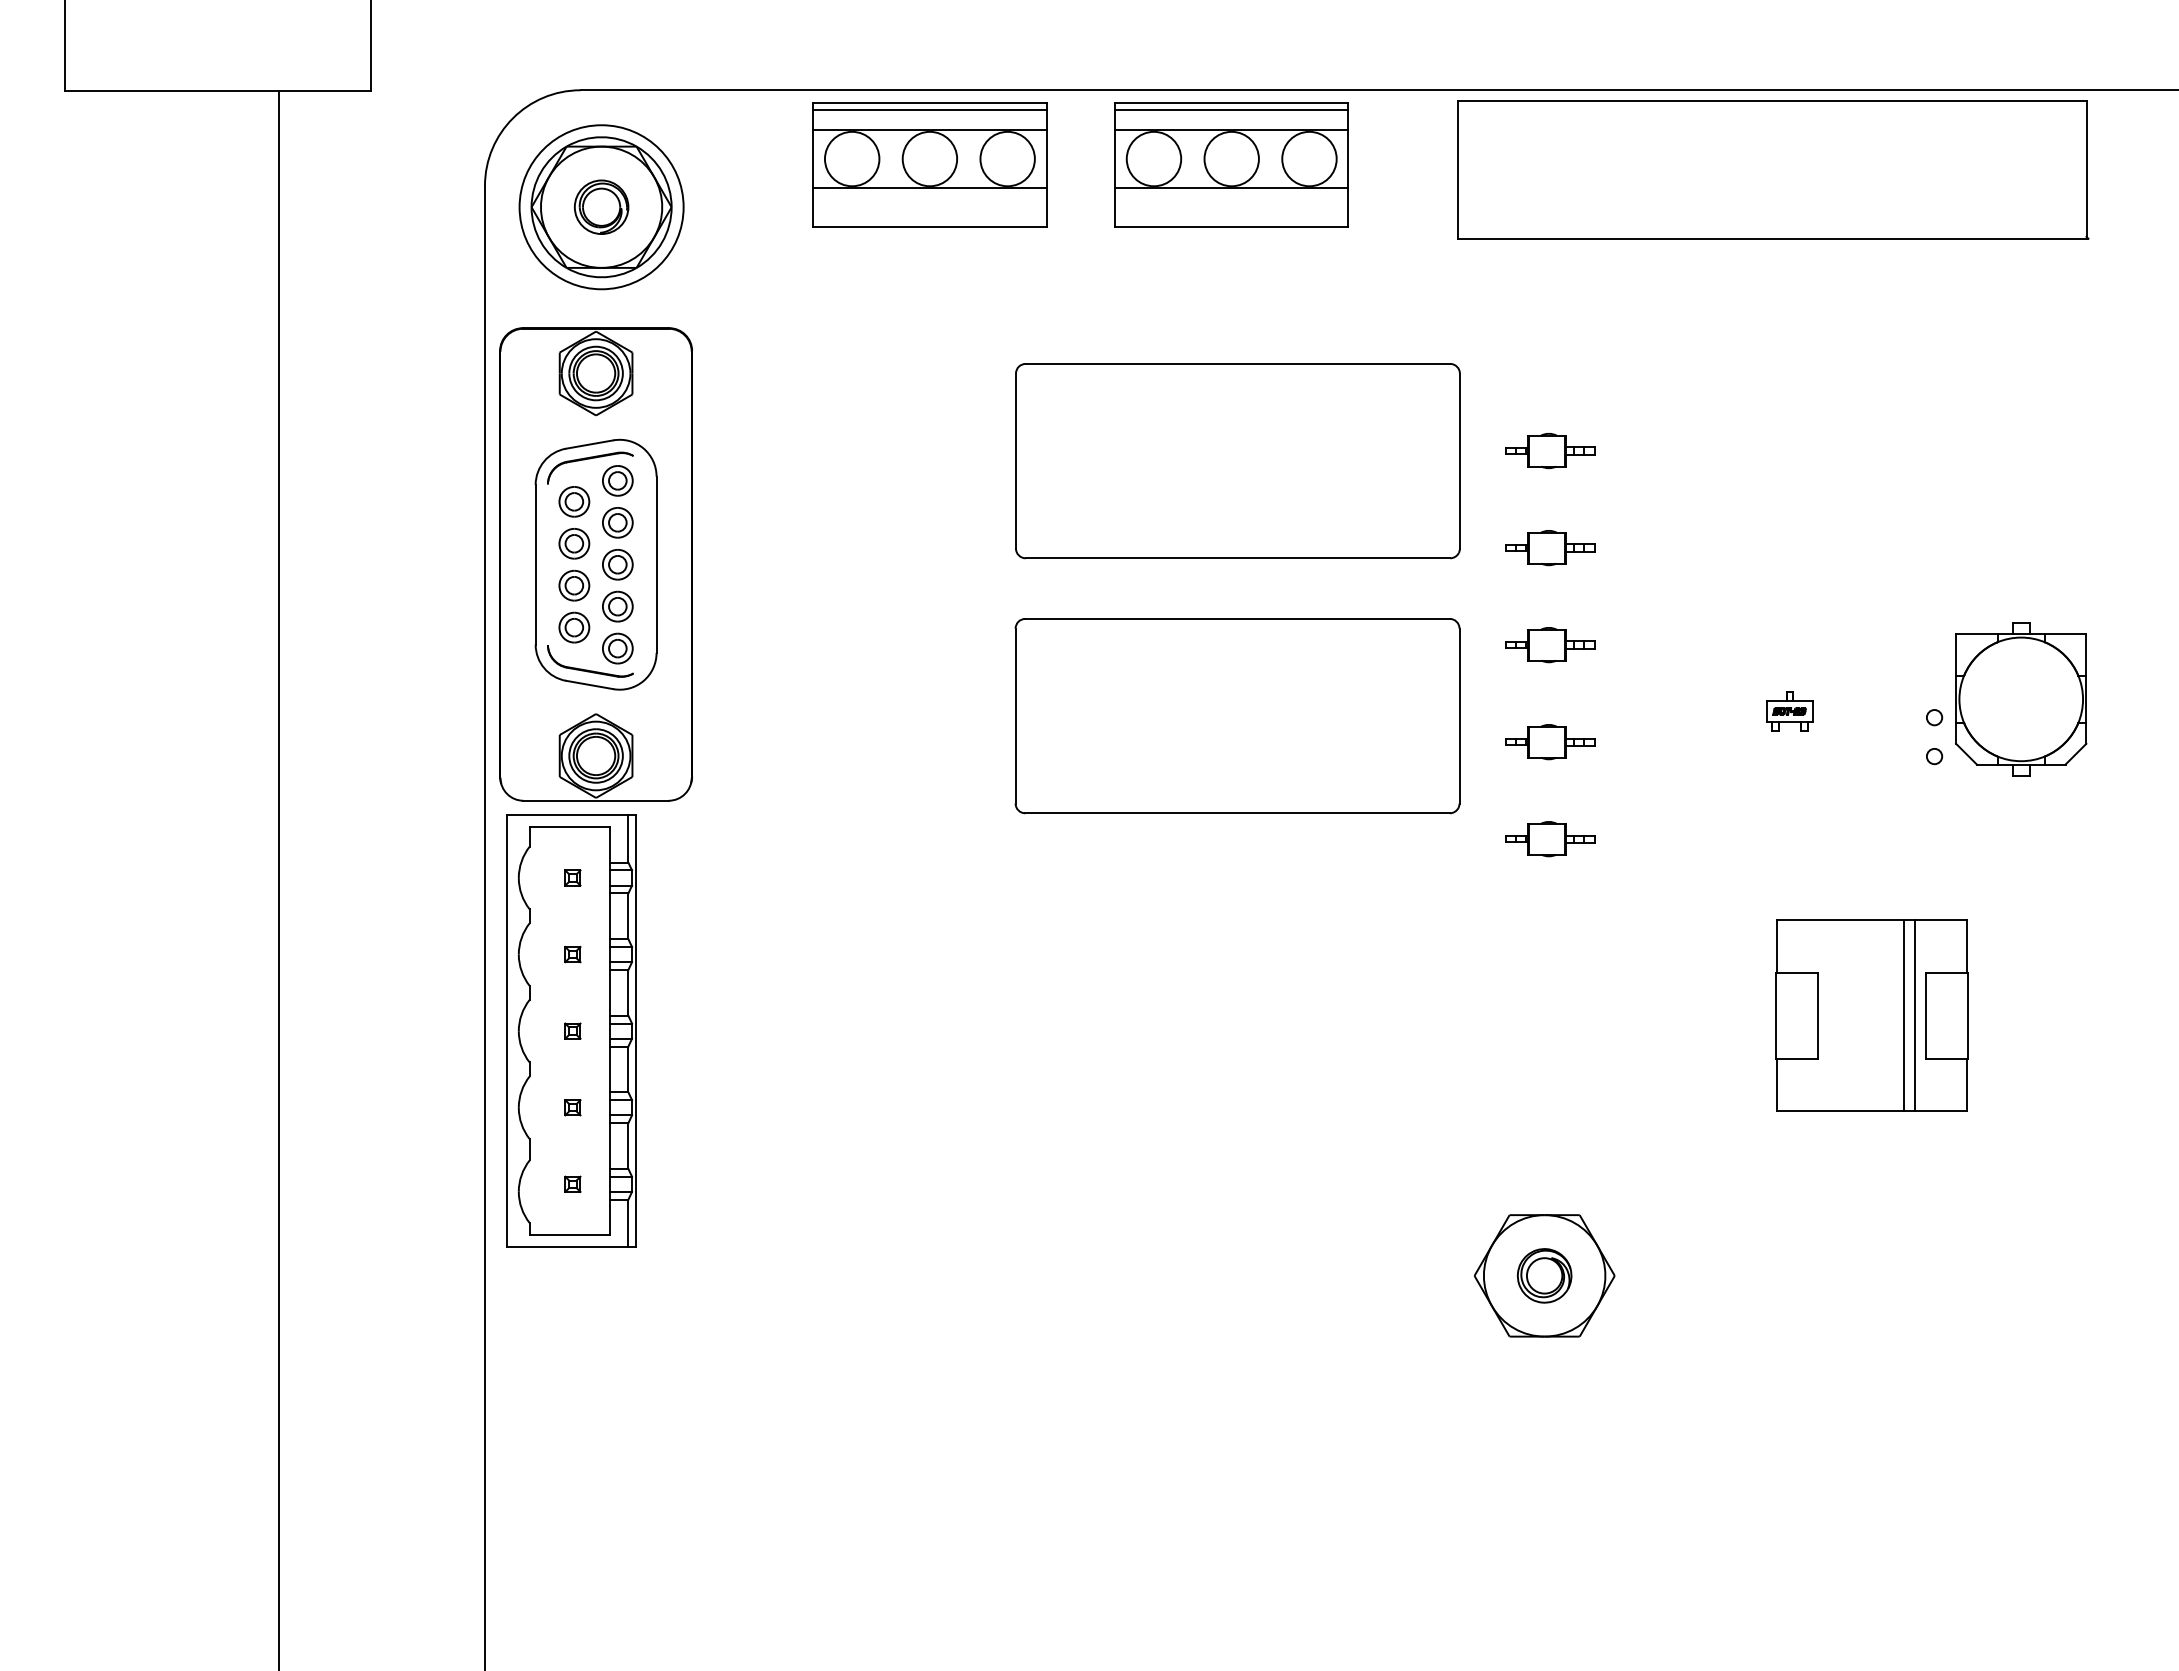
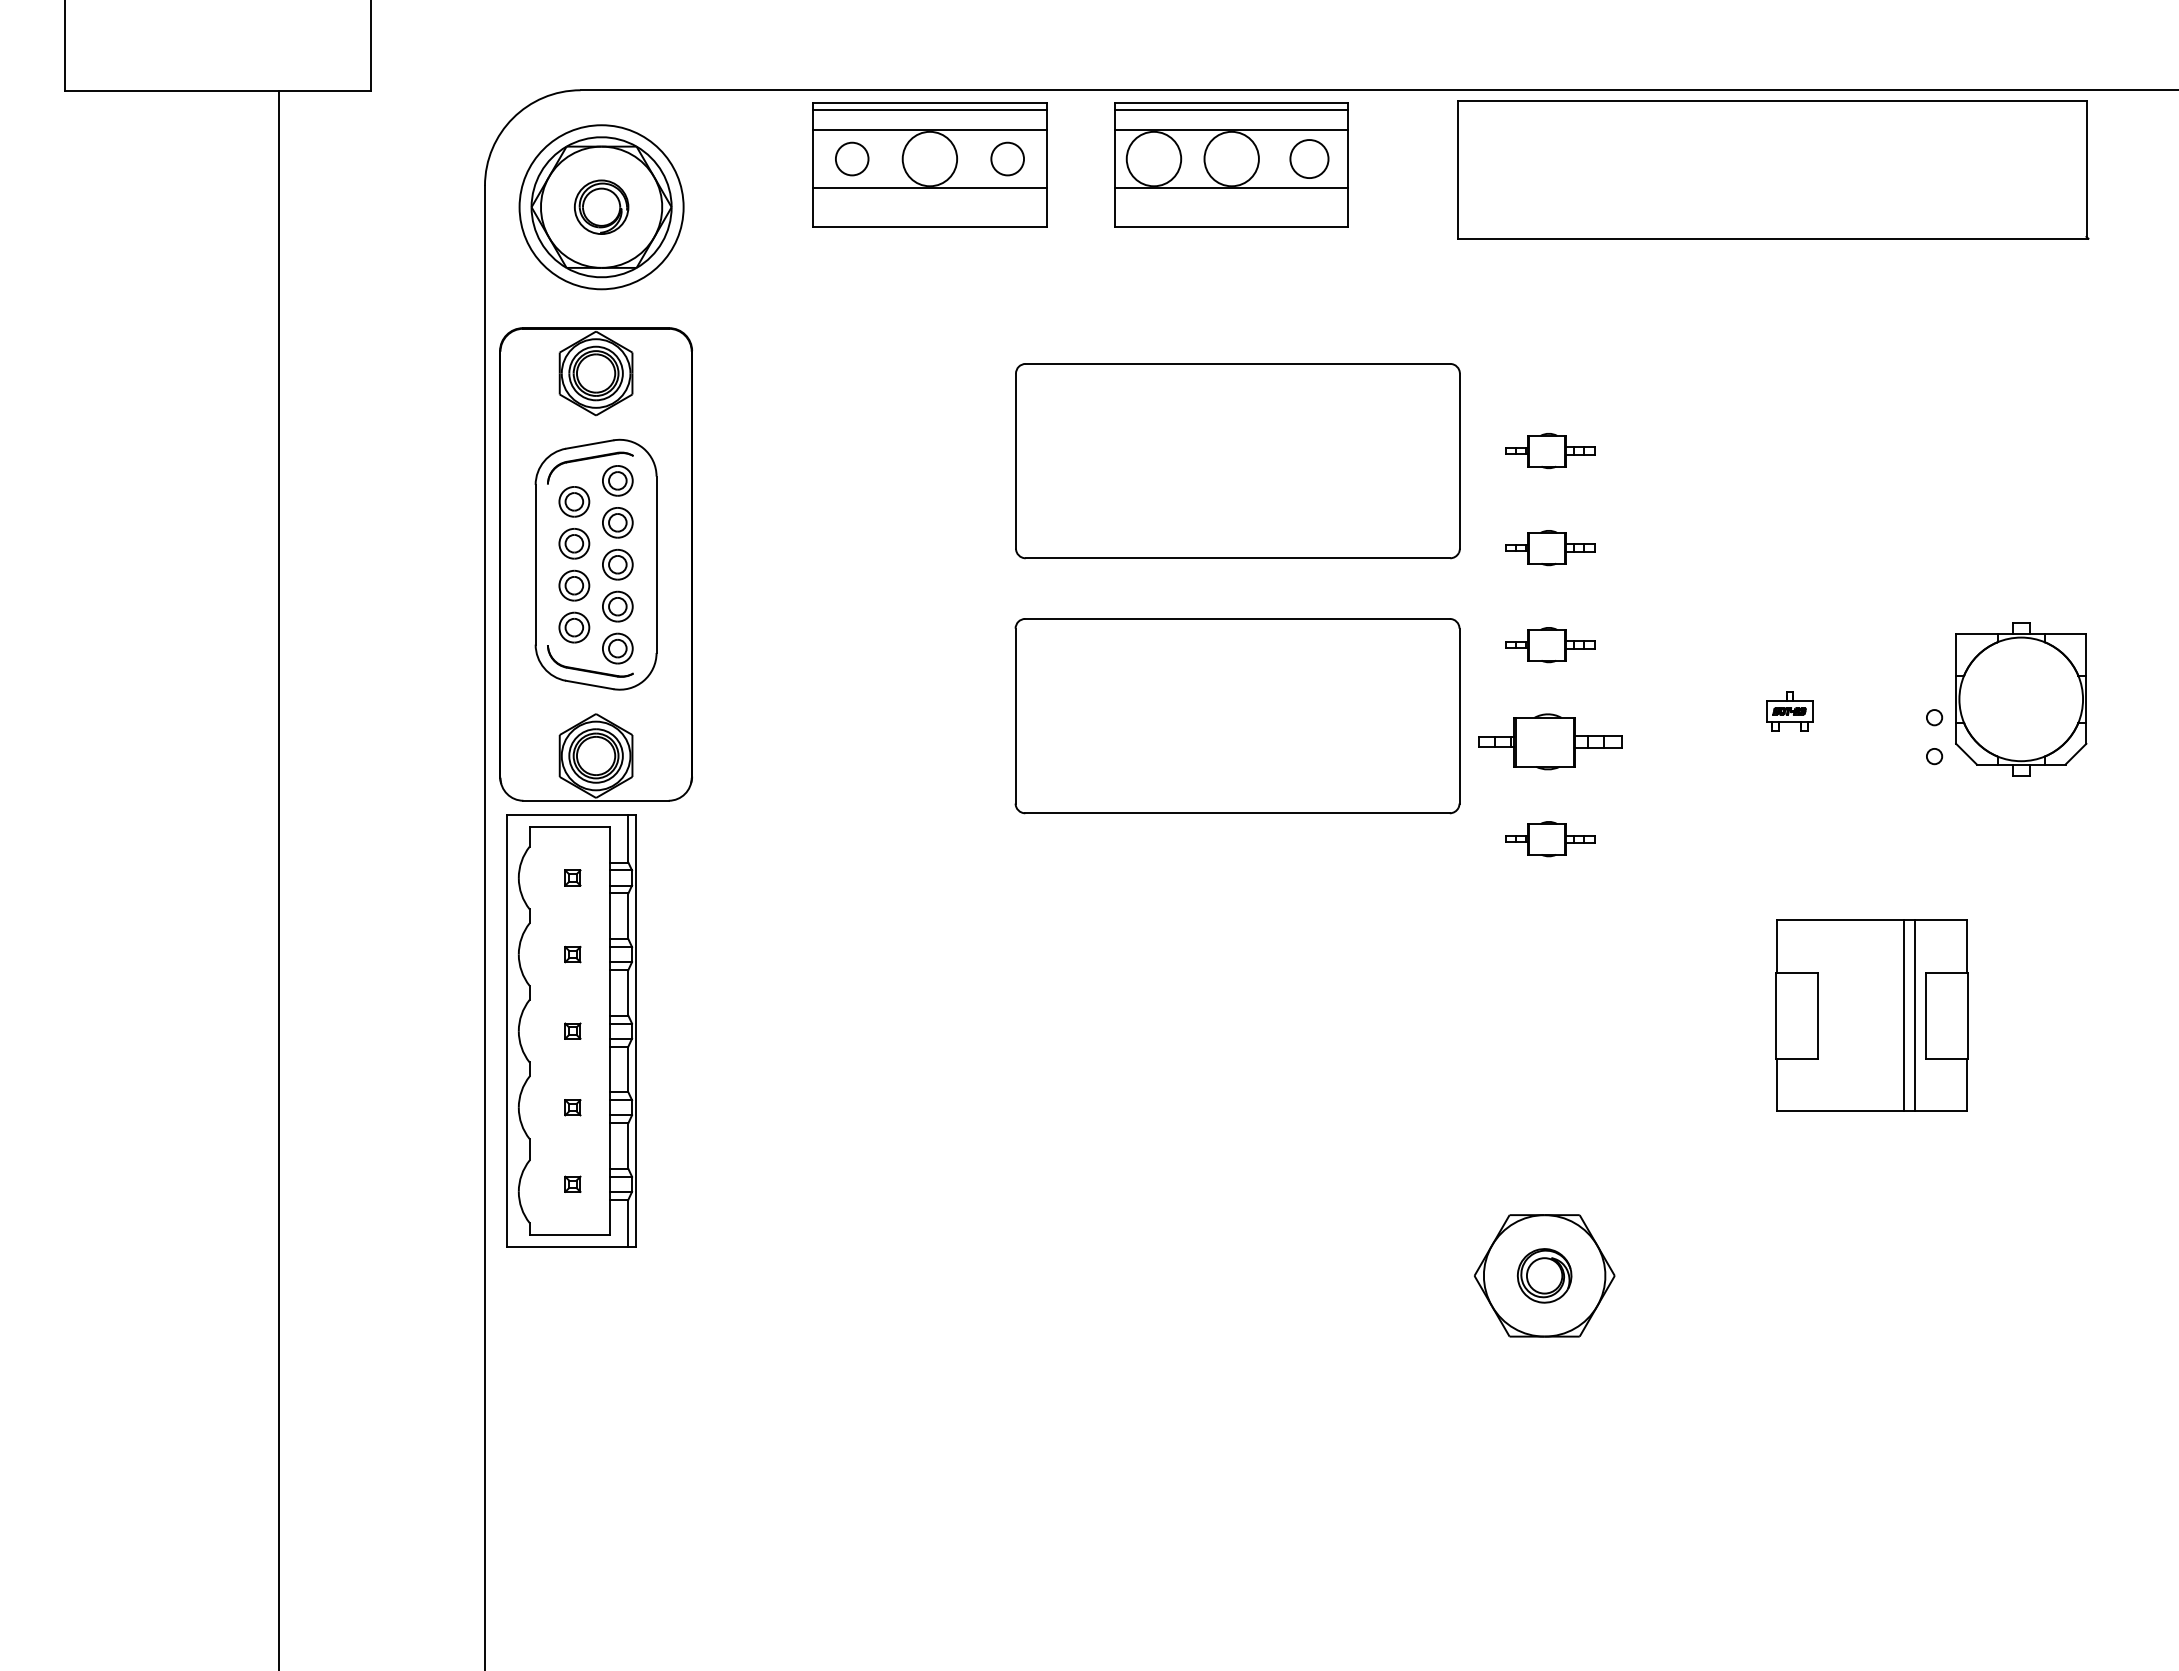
circle at (851, 158) diameter: 54 px -> 33 px
circle at (1007, 158) diameter: 54 px -> 33 px
circle at (1309, 158) diameter: 54 px -> 38 px
part at (1550, 742) size: 91x37 px -> 145x58 px
